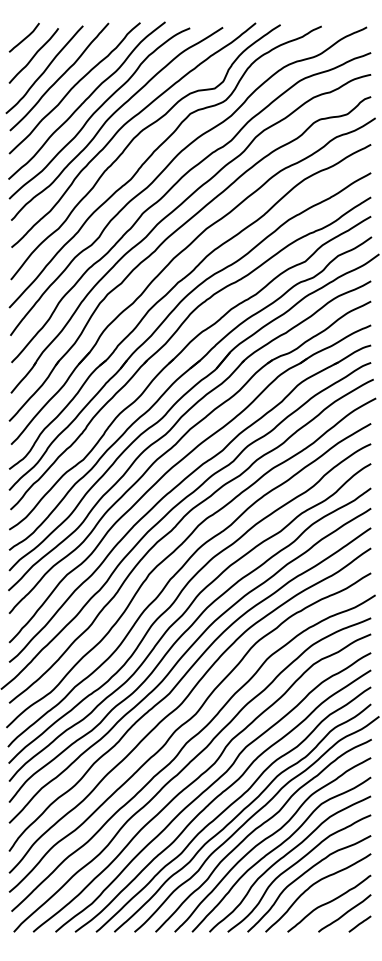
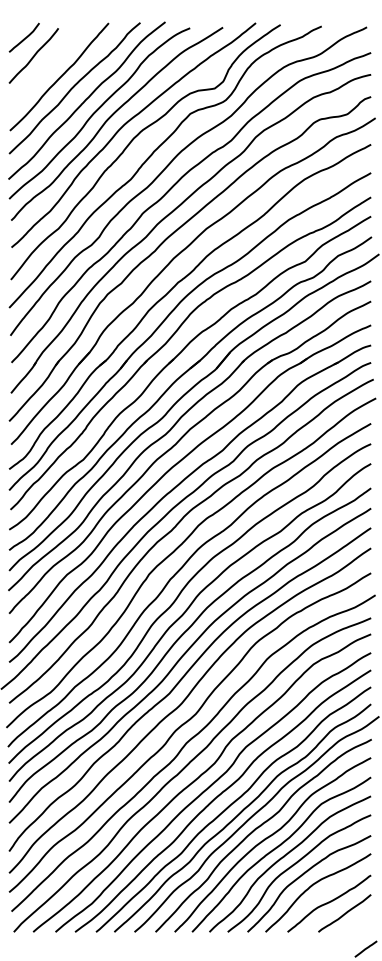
curve at (44, 69): present -> none
line at (359, 923) position: (359, 923) -> (365, 948)
